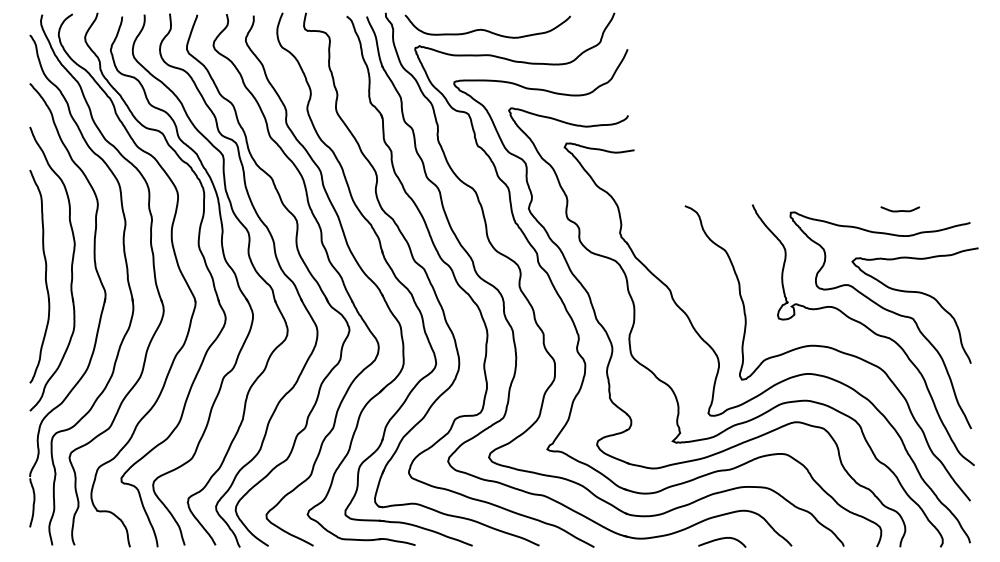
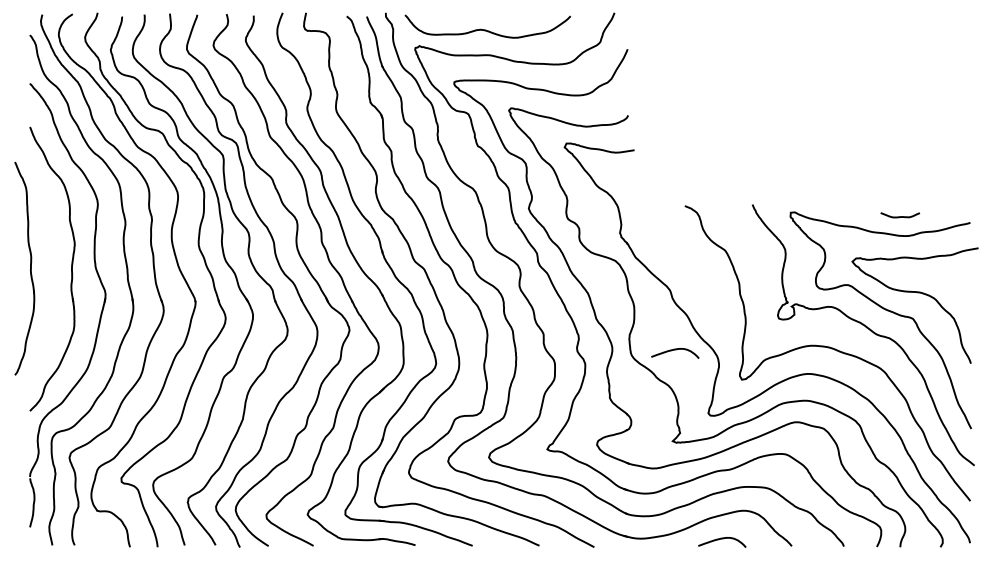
curve at (900, 210) position: (900, 210) -> (900, 216)
part at (39, 276) position: (39, 276) -> (24, 268)
curve at (675, 350): none -> present
